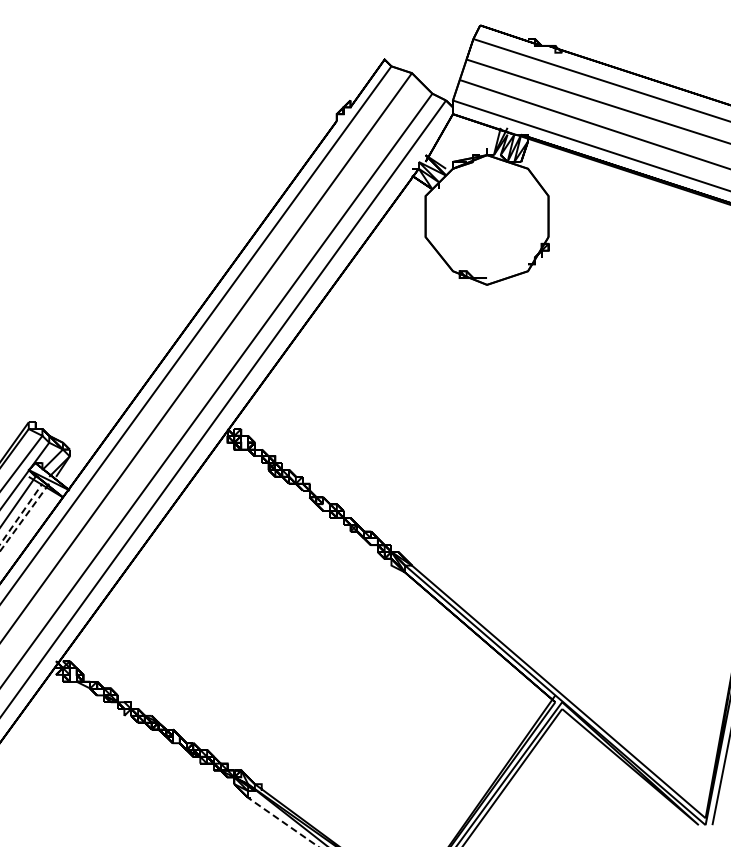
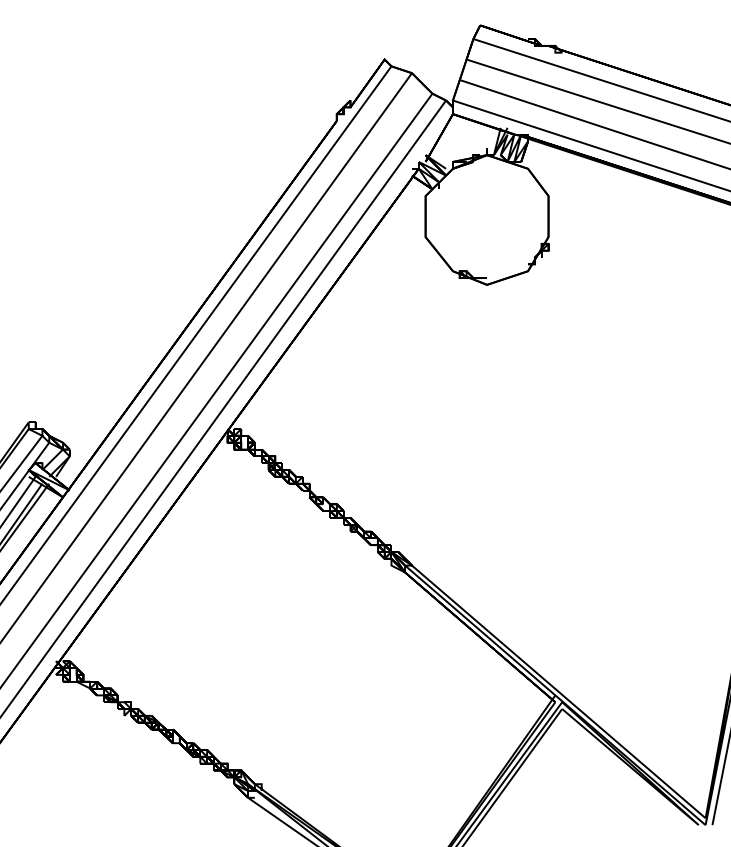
line at (2, 547): dashed -> solid
line at (279, 820): dashed -> solid
